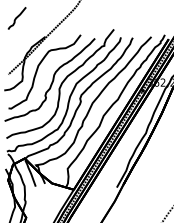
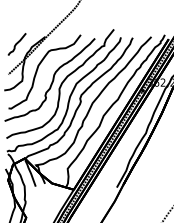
curve at (16, 18) position: (16, 18) -> (16, 44)
